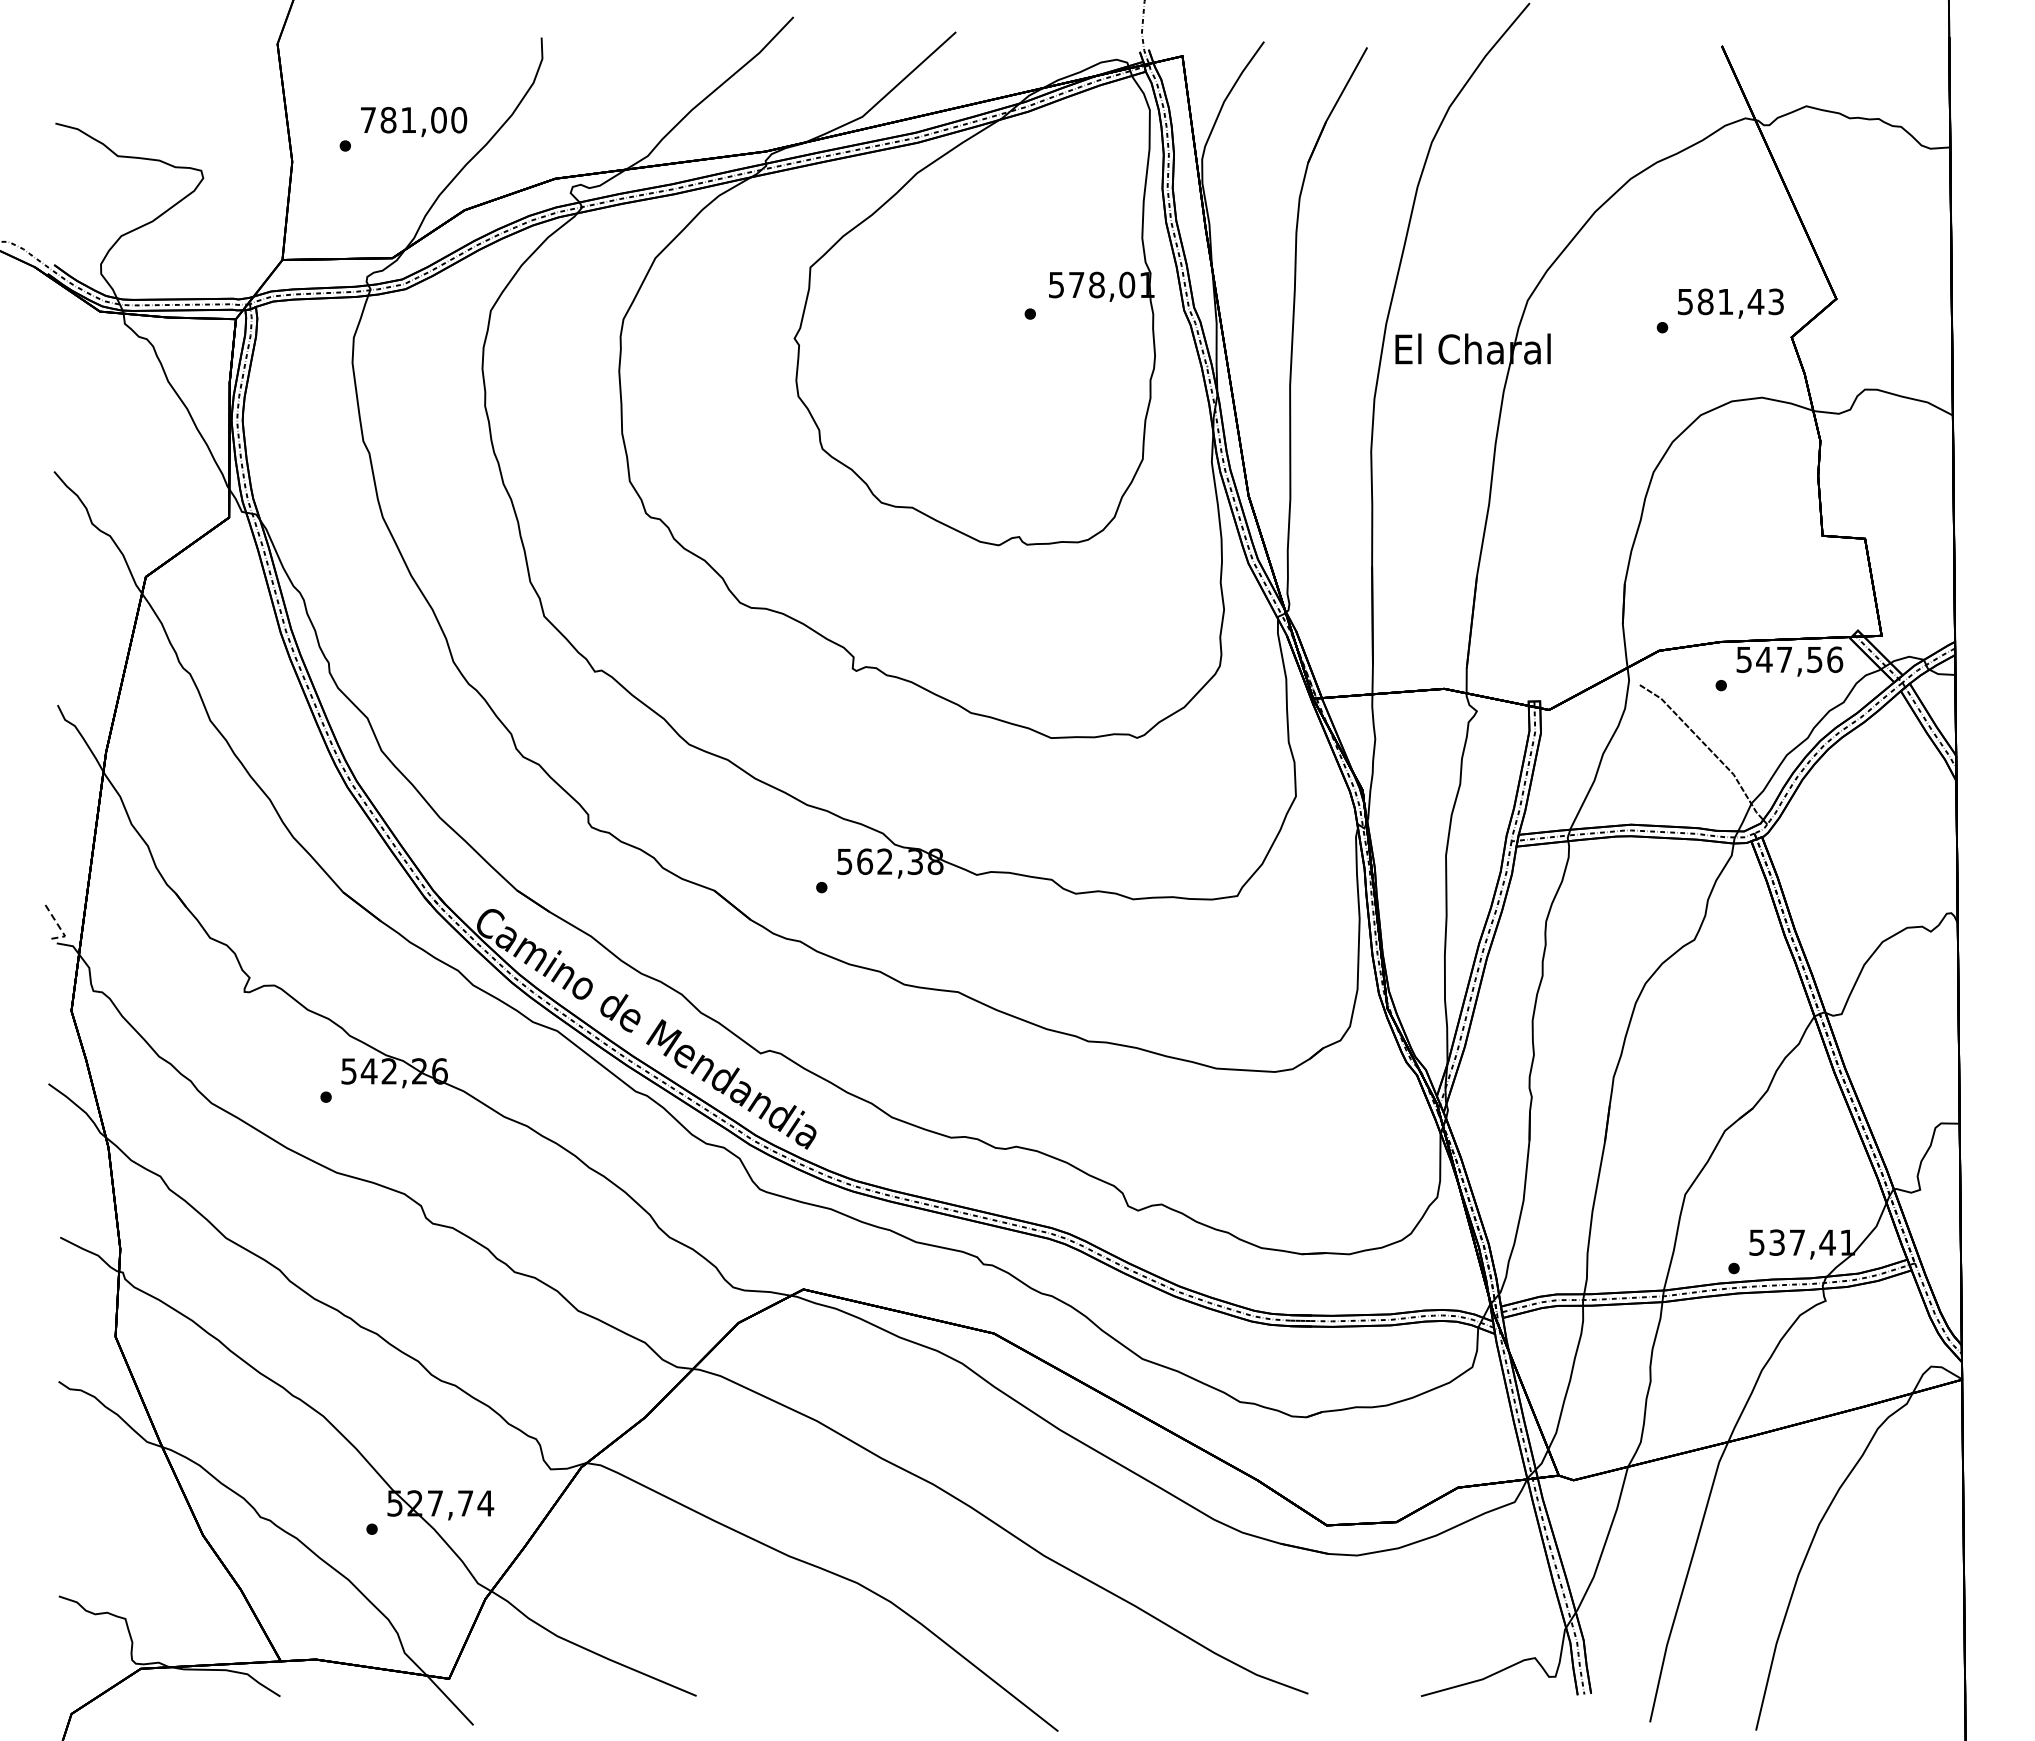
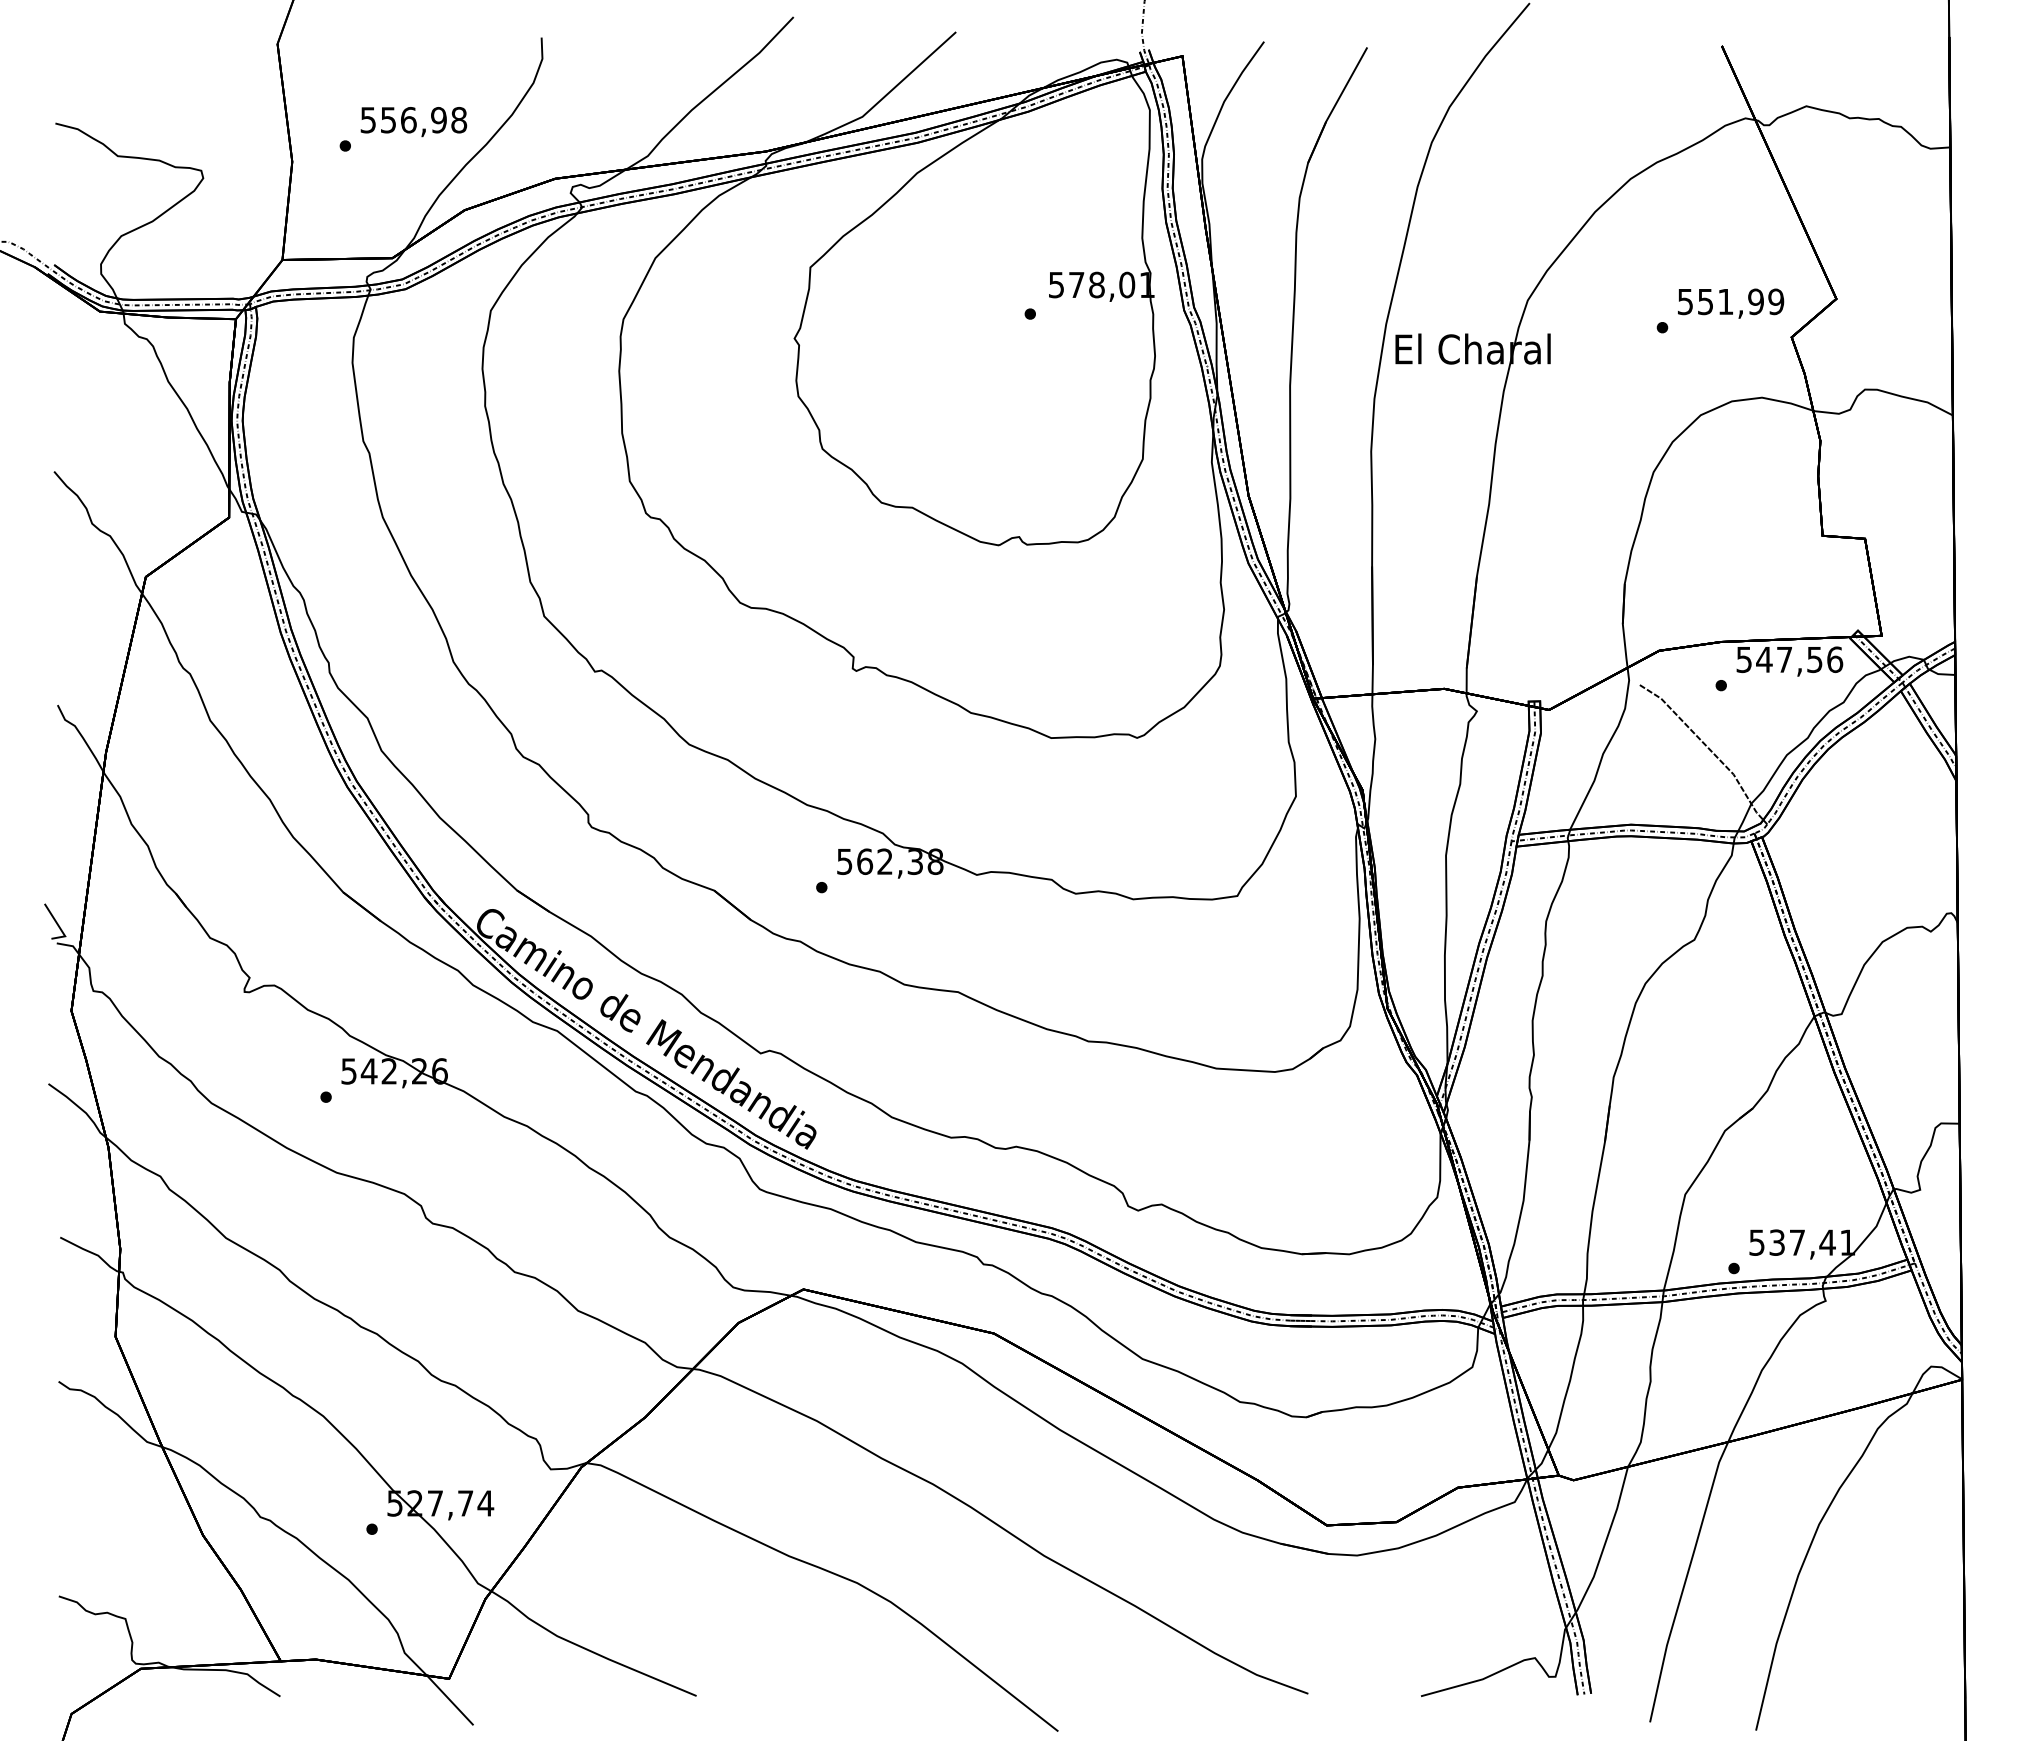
text at (413, 119): 781,00 -> 556,98
text at (1740, 301): 581,43 -> 551,99
line at (58, 926): dashed -> solid
